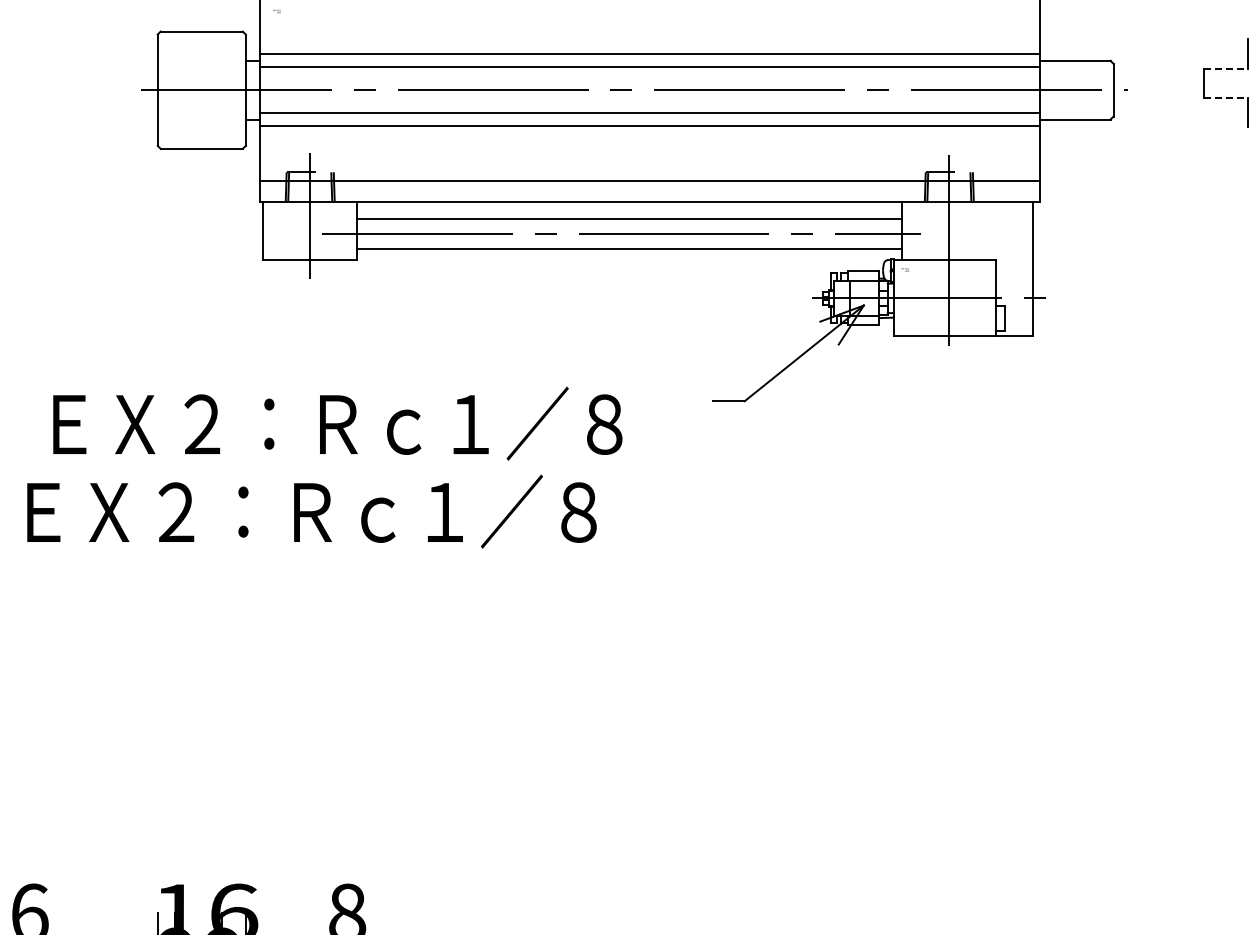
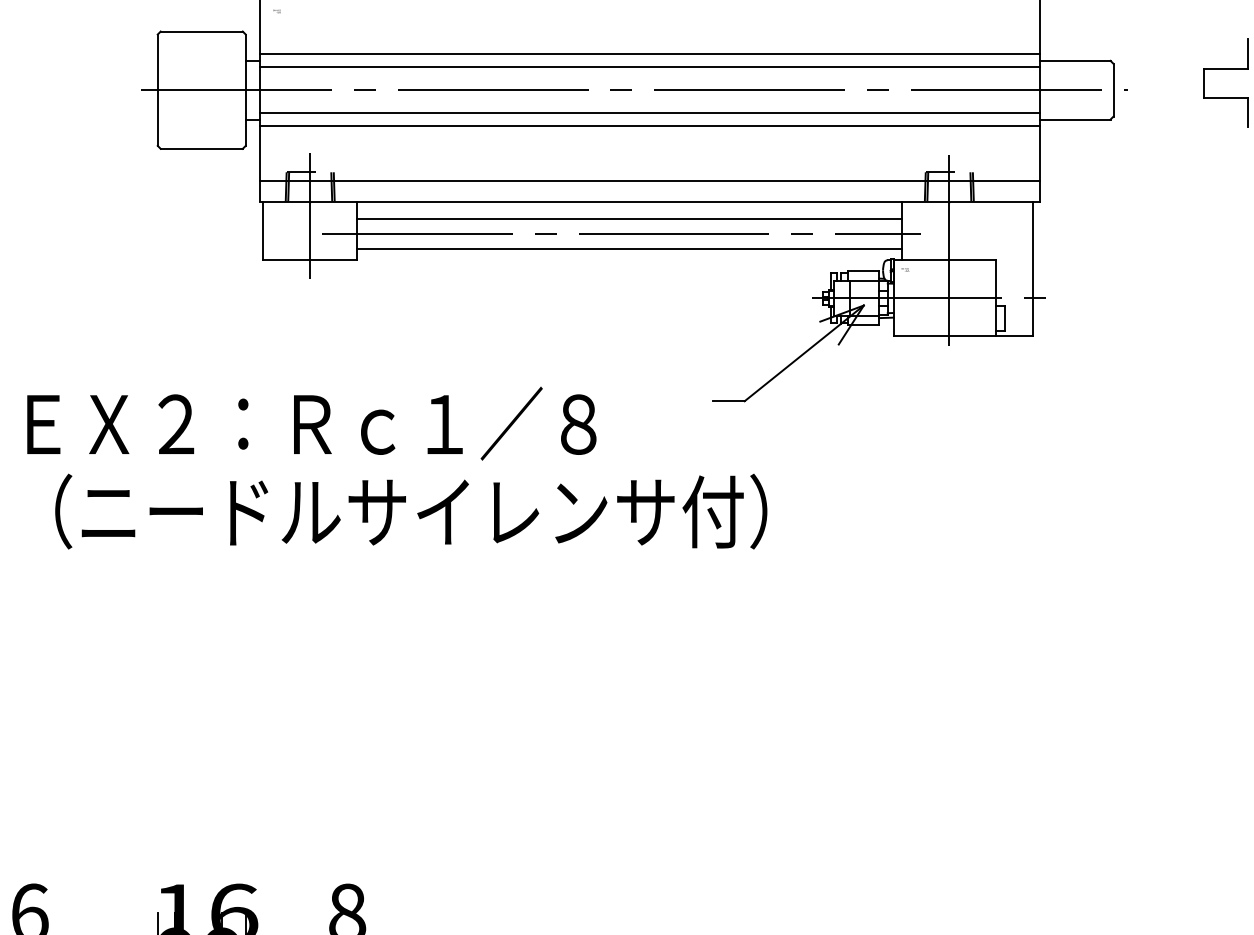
line at (1225, 68): dashed -> solid
line at (1225, 97): dashed -> solid
text at (337, 423) position: (337, 423) -> (311, 423)
text at (397, 511): ＥＸ２：Ｒｃ１／８ -> （ニードルサイレンサ付）
